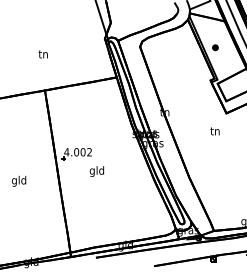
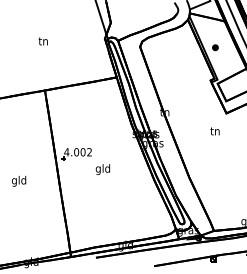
text at (42, 54) position: (42, 54) -> (42, 41)
text at (96, 171) position: (96, 171) -> (102, 169)
